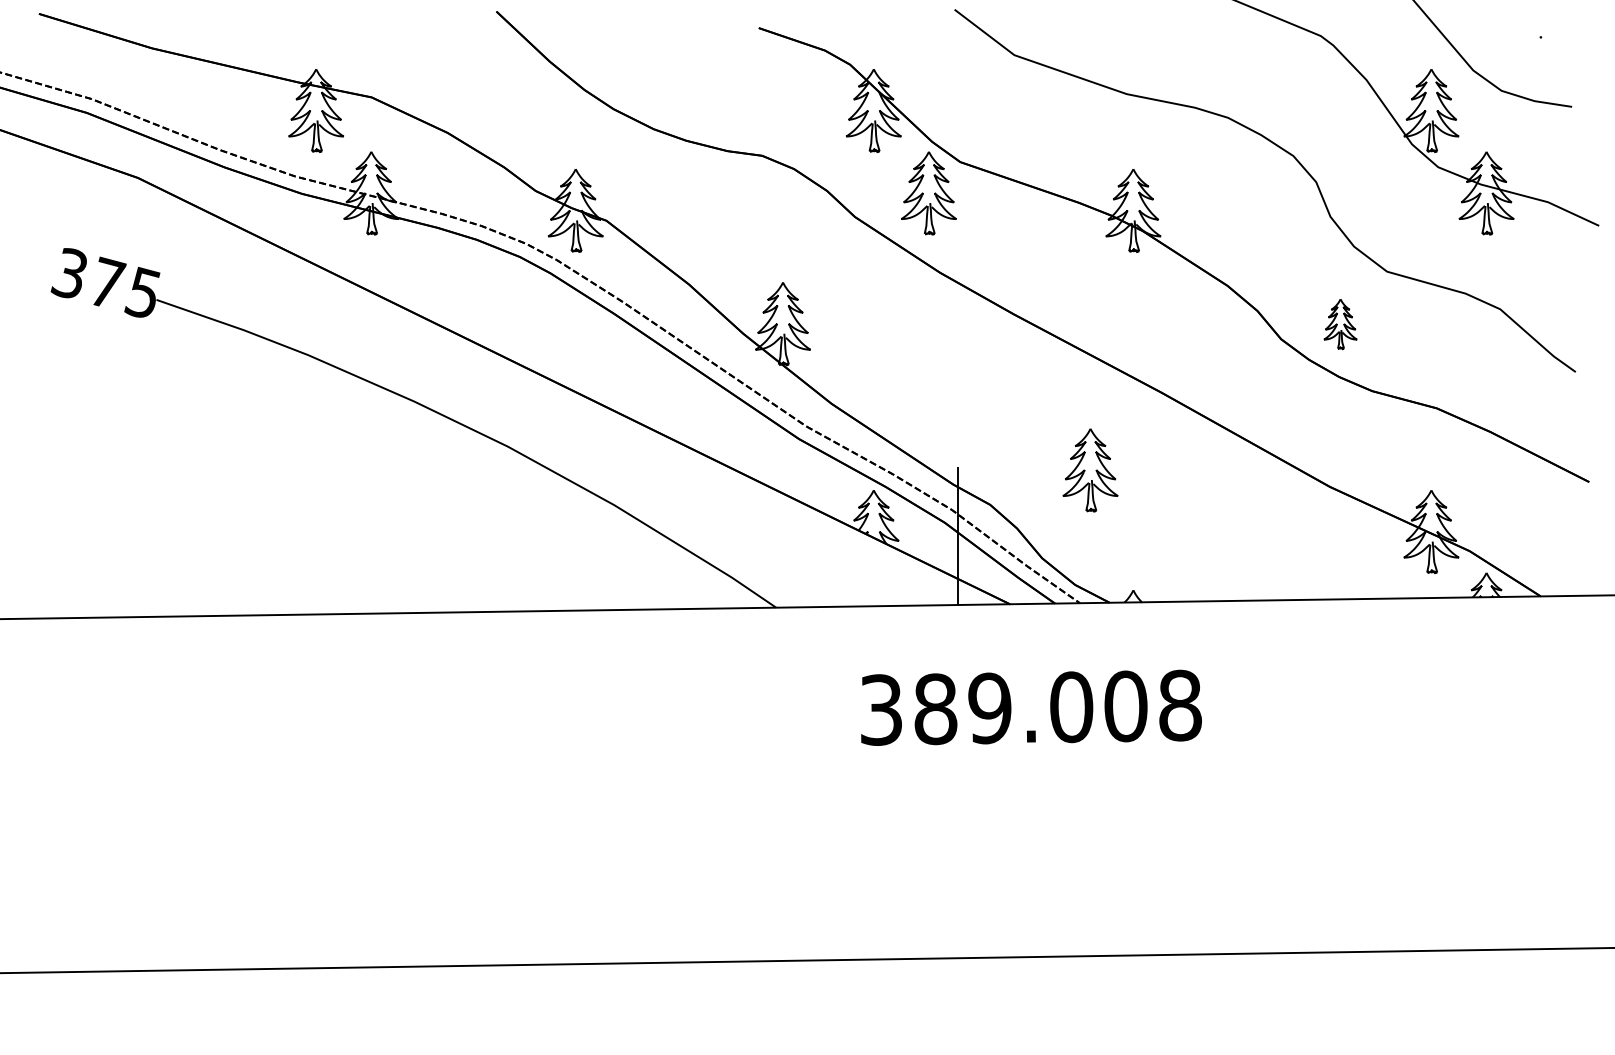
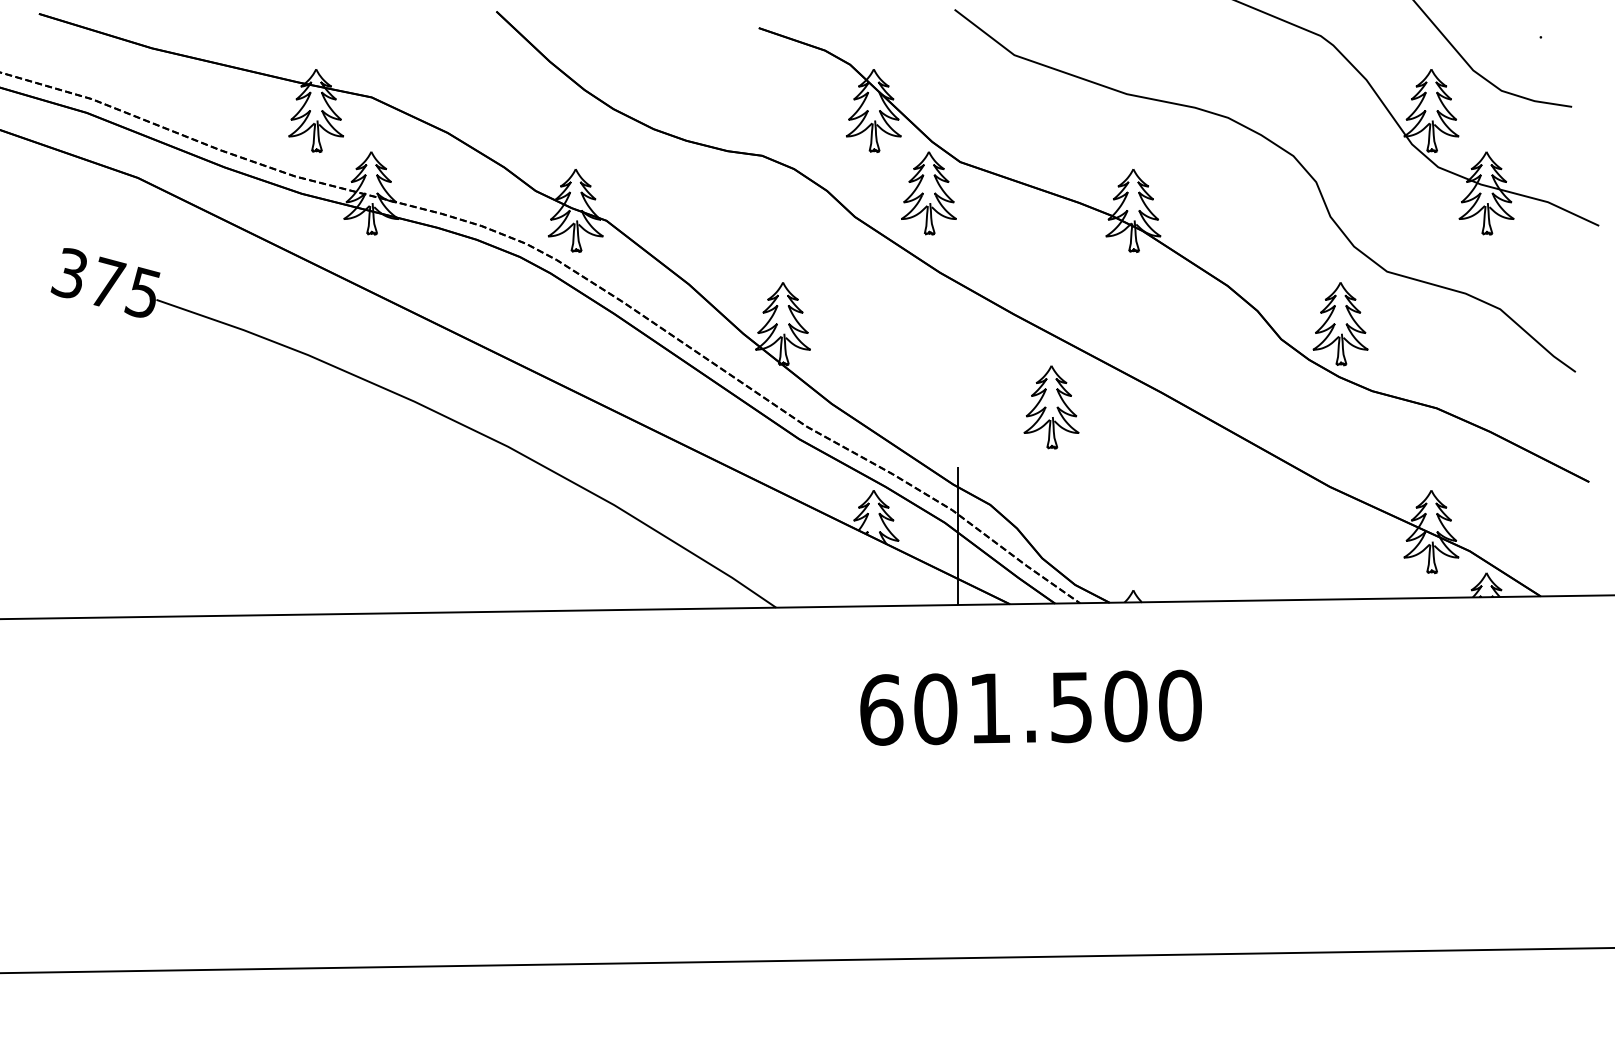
part at (1340, 324) size: 35x52 px -> 57x85 px
part at (1090, 470) position: (1090, 470) -> (1051, 407)
text at (1030, 707): 389.008 -> 601.500
